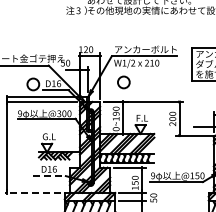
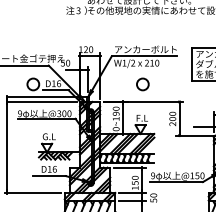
circle at (123, 82) position: (123, 82) -> (142, 84)
line at (50, 176): dashed -> solid
line at (33, 192): dashed -> solid
